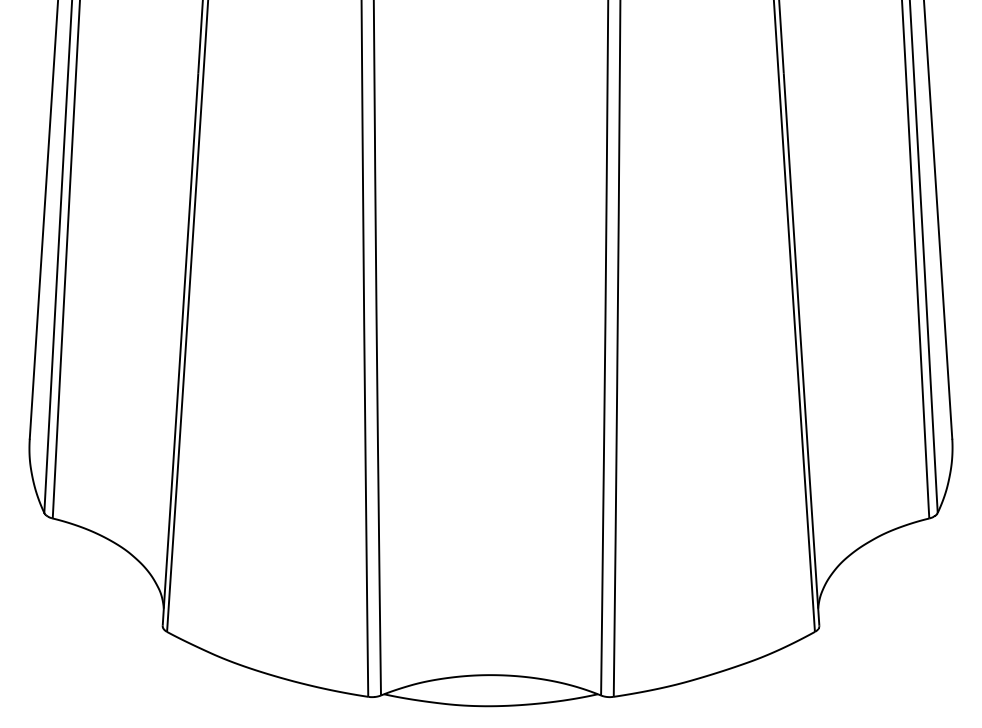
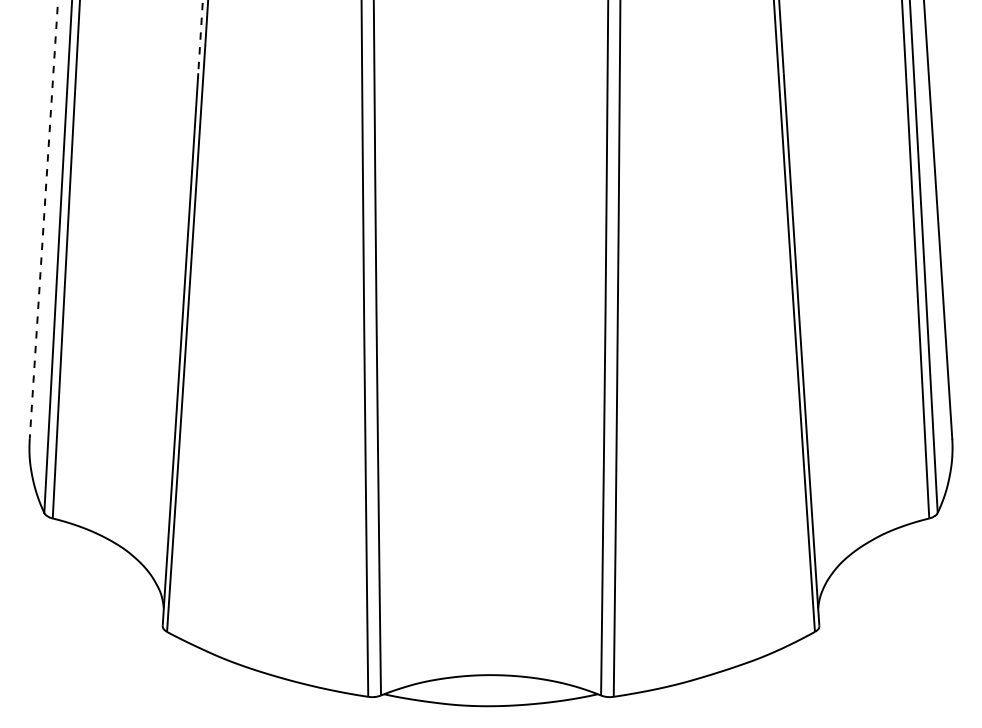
line at (200, 38): solid -> dashed
line at (43, 219): solid -> dashed
